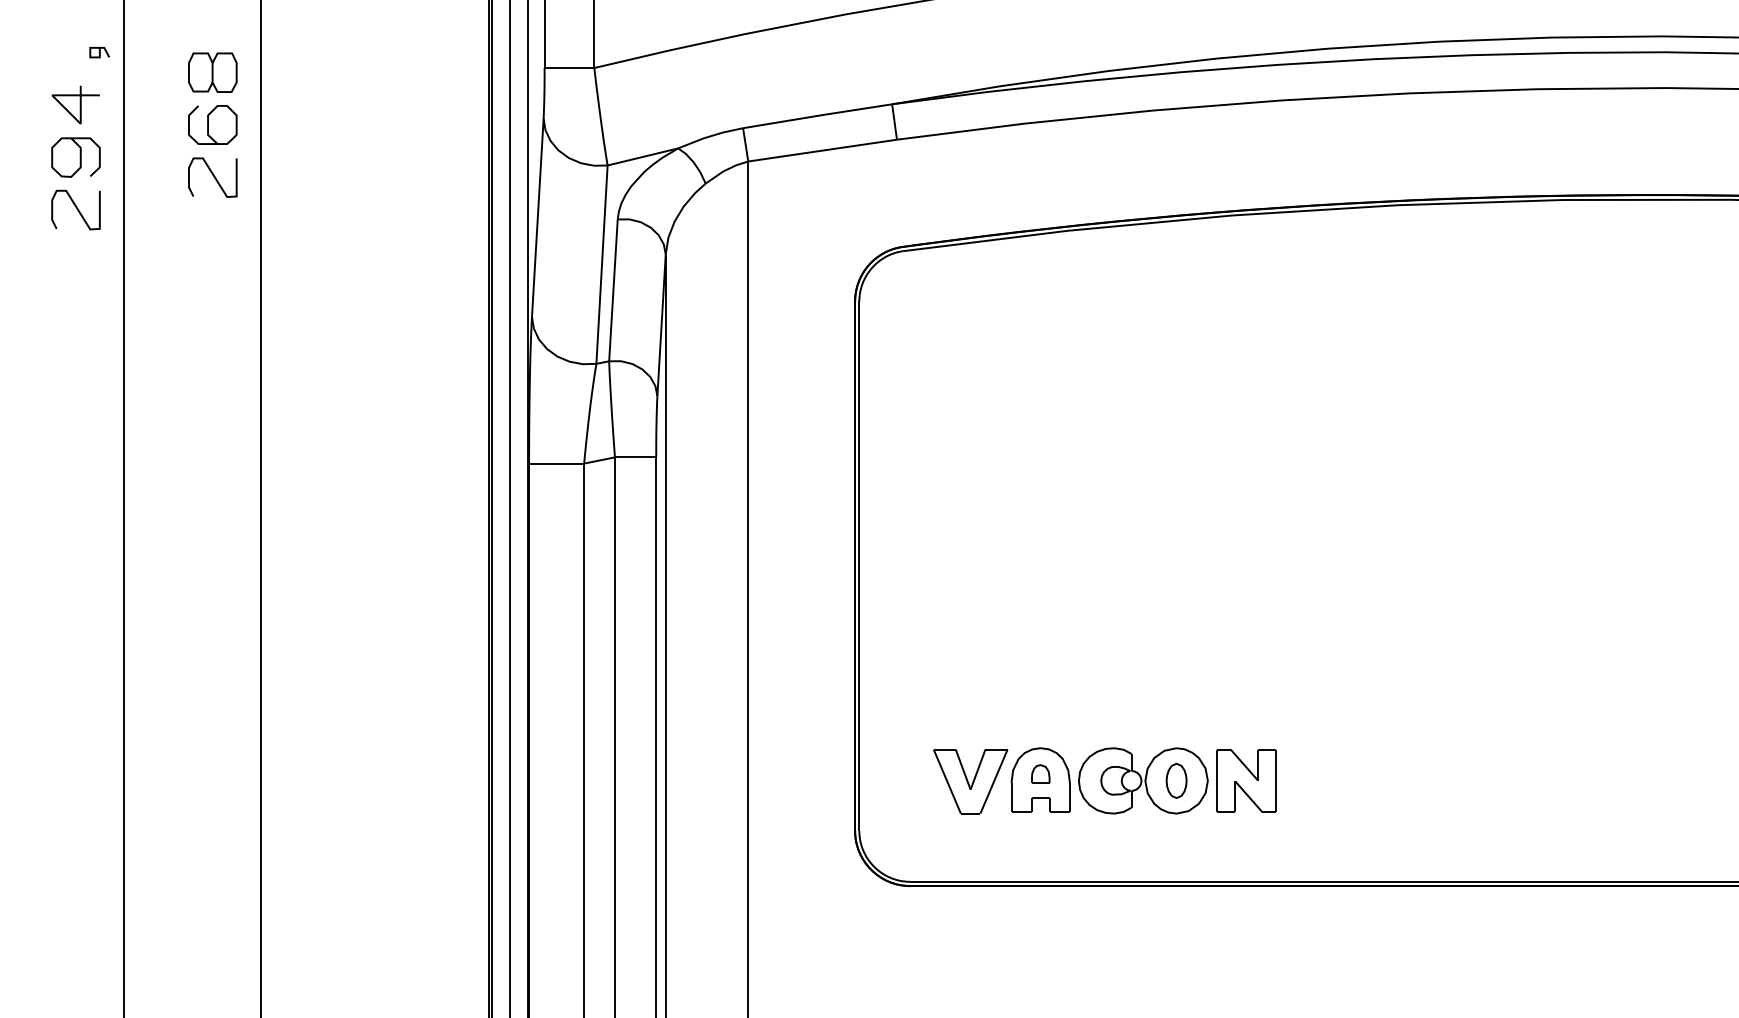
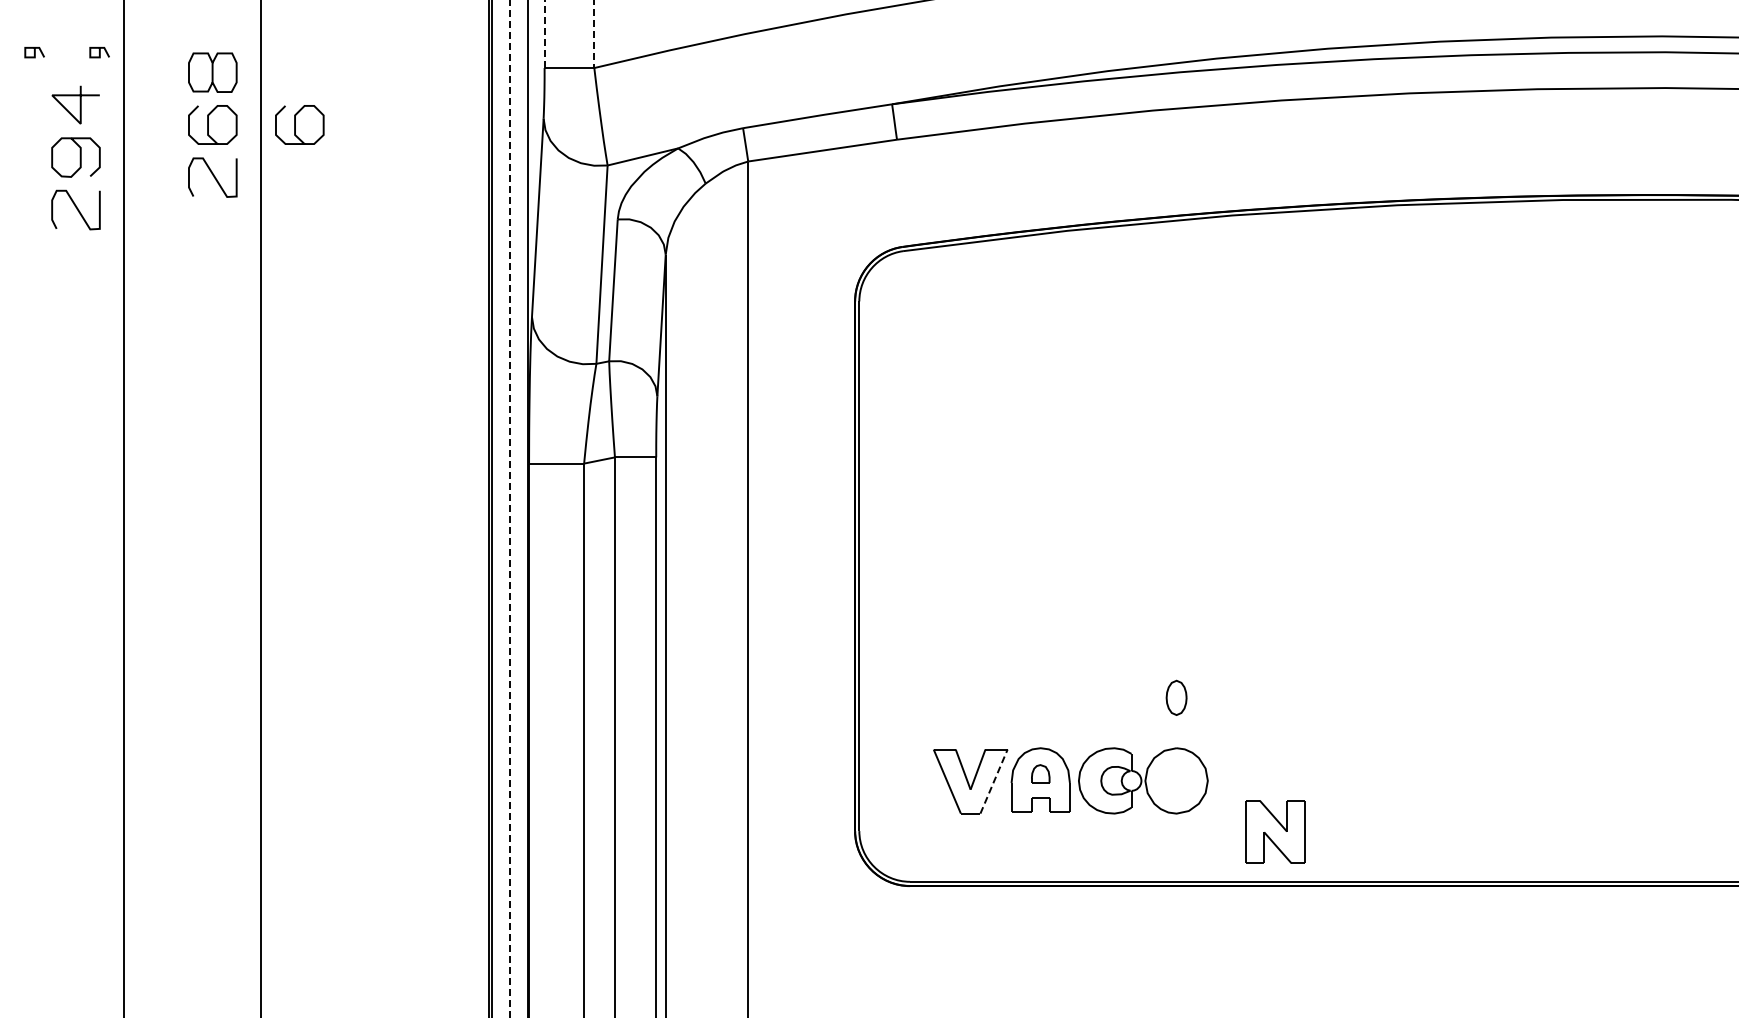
line at (544, 34): solid -> dashed
line at (594, 34): solid -> dashed
curve at (34, 52): none -> present
curve at (295, 124): none -> present
line at (509, 509): solid -> dashed
part at (1176, 780) position: (1176, 780) -> (1176, 697)
part at (1246, 780) position: (1246, 780) -> (1275, 831)
line at (994, 781): solid -> dashed
